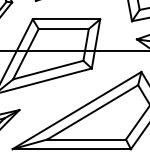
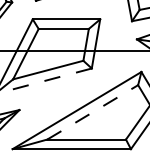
line at (45, 80): solid -> dashed
line at (92, 112): solid -> dashed
